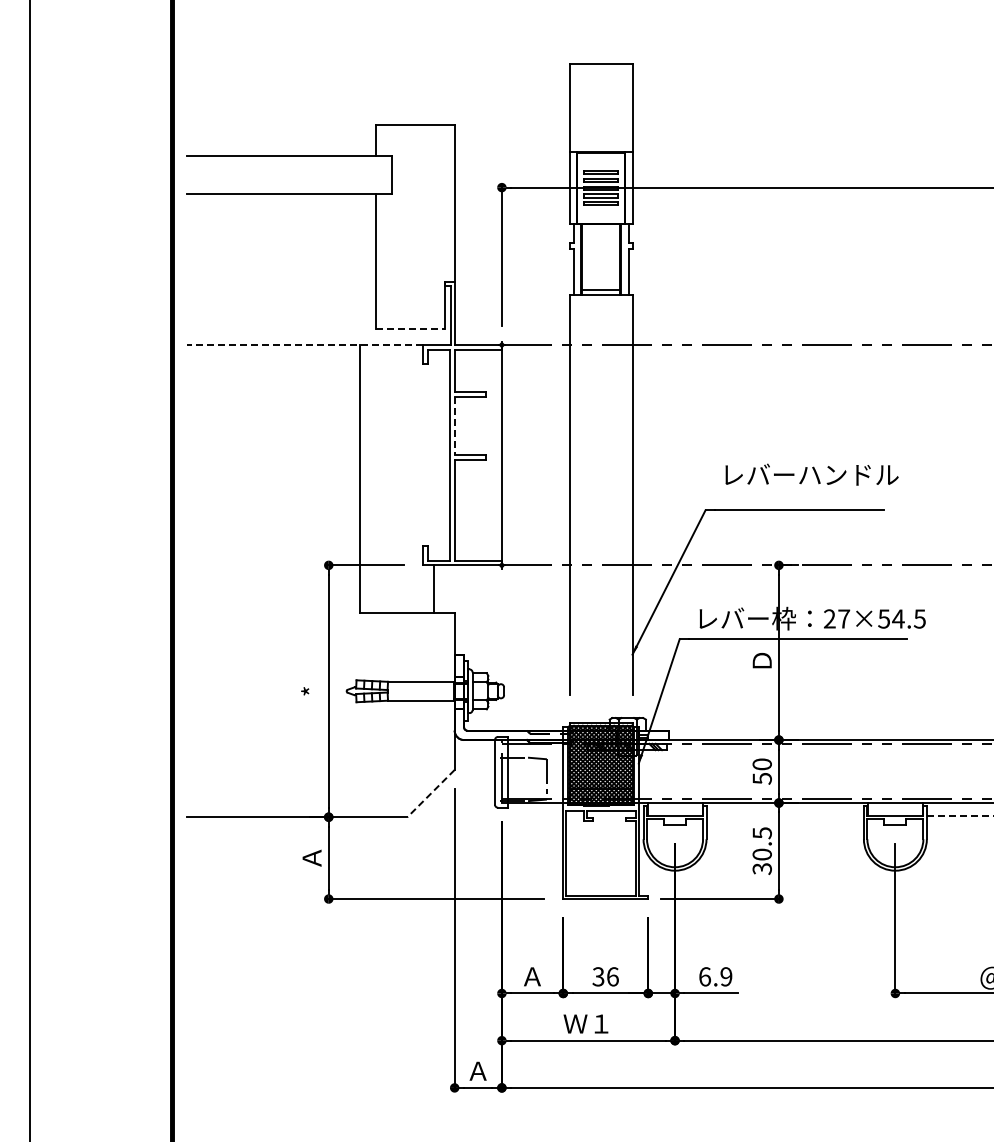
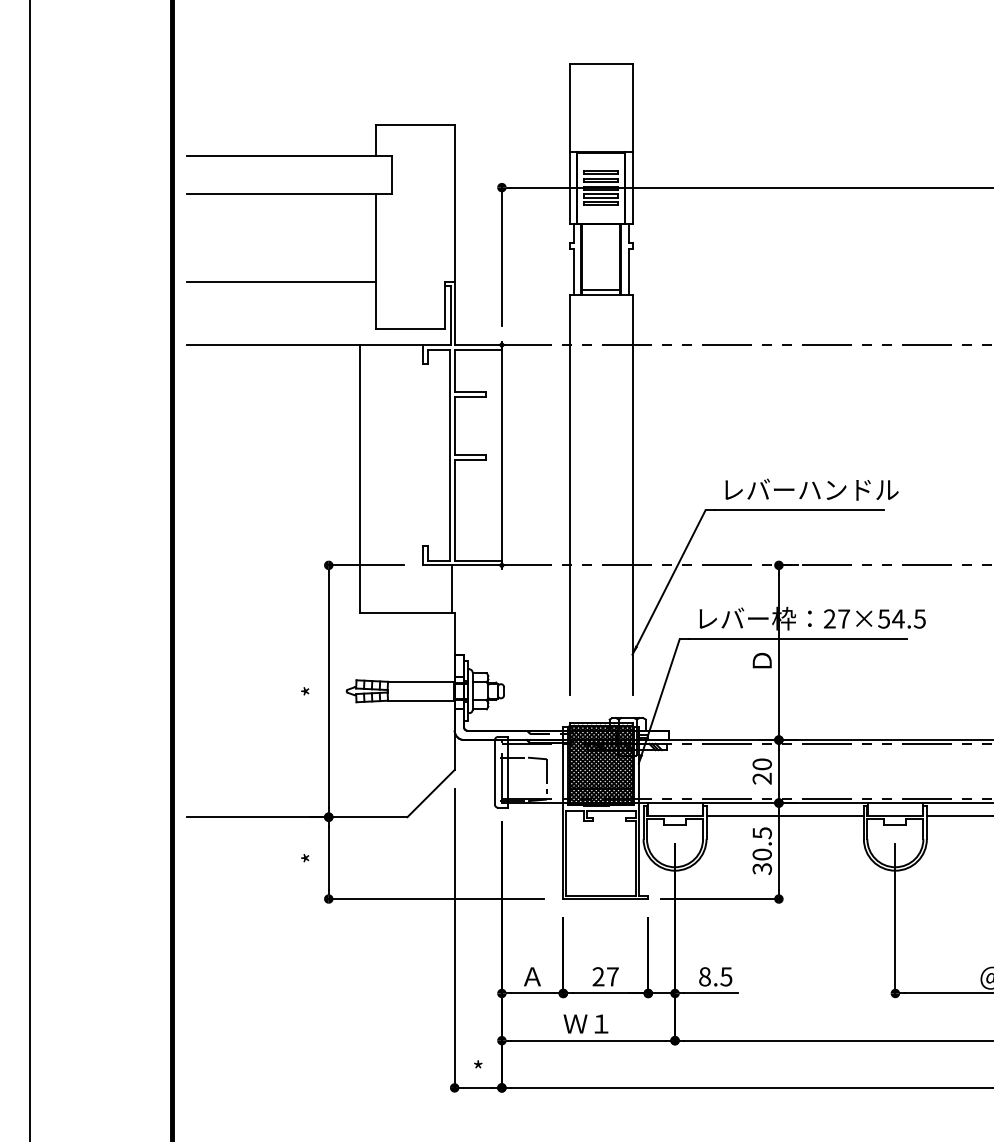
line at (281, 282): none -> present
line at (410, 329): dashed -> solid
line at (304, 345): dashed -> solid
line at (454, 426): dashed -> solid
text at (811, 474) position: (811, 474) -> (811, 489)
line at (433, 588) position: (433, 588) -> (451, 588)
text at (761, 778): 50 -> 20
line at (430, 793): dashed -> solid
line at (784, 815): none -> present
line at (960, 815): dashed -> solid
text at (311, 857): Ａ -> *
text at (605, 976): 36 -> 27
text at (715, 976): 6.9 -> 8.5
text at (477, 1070): Ａ -> *
